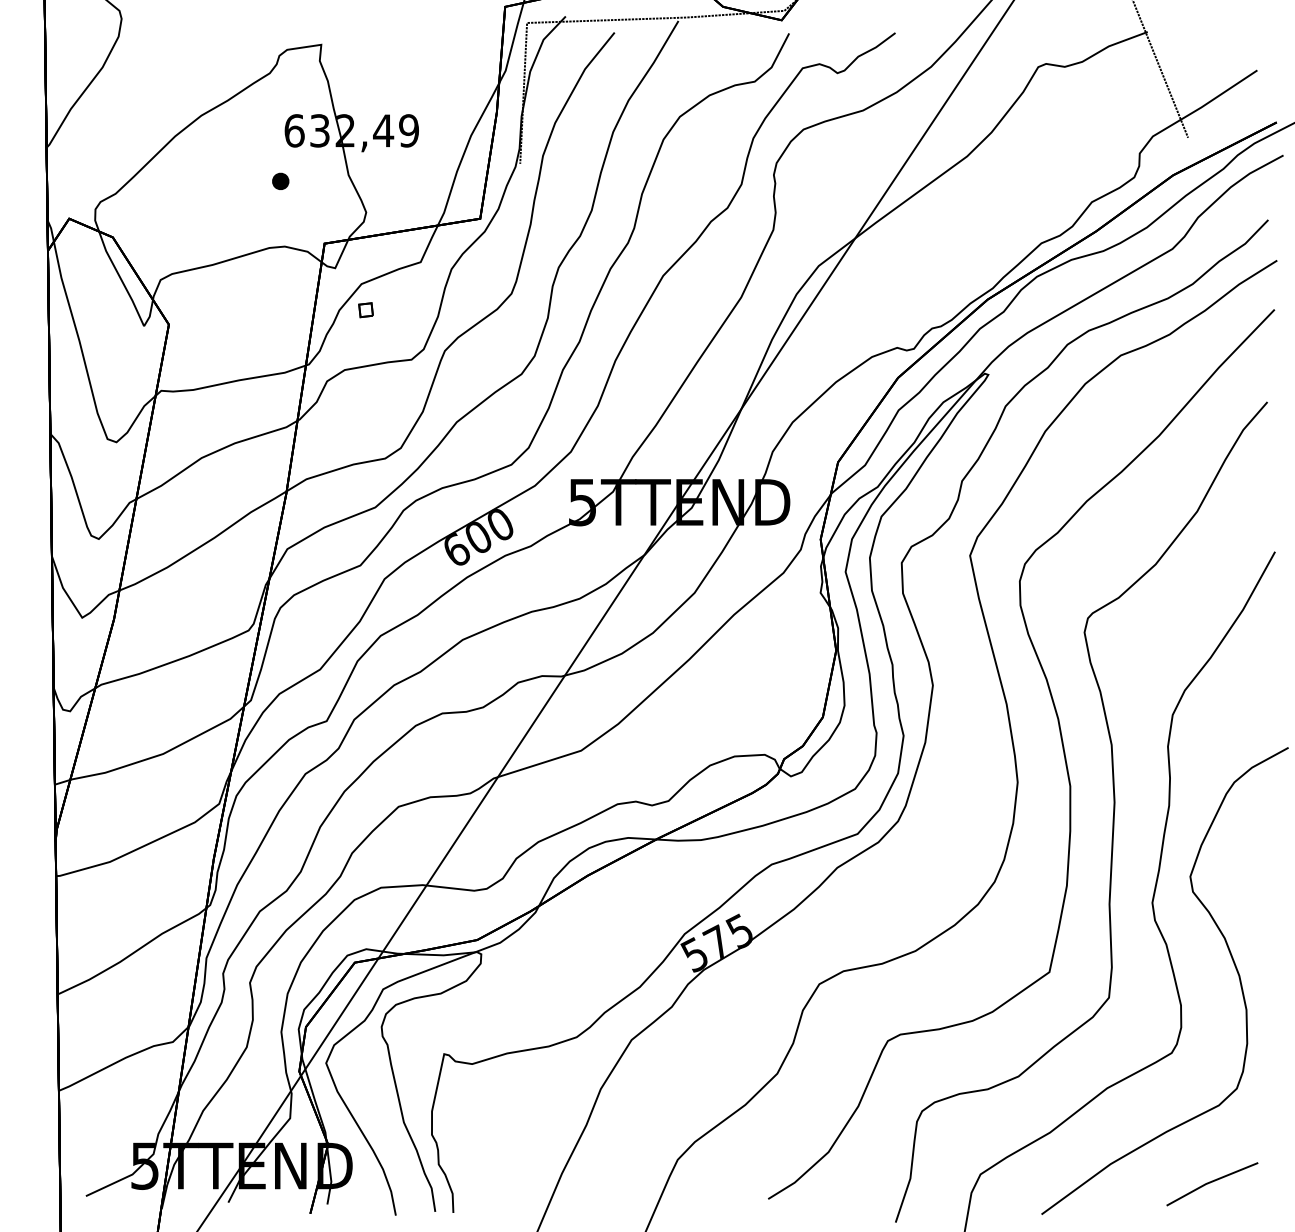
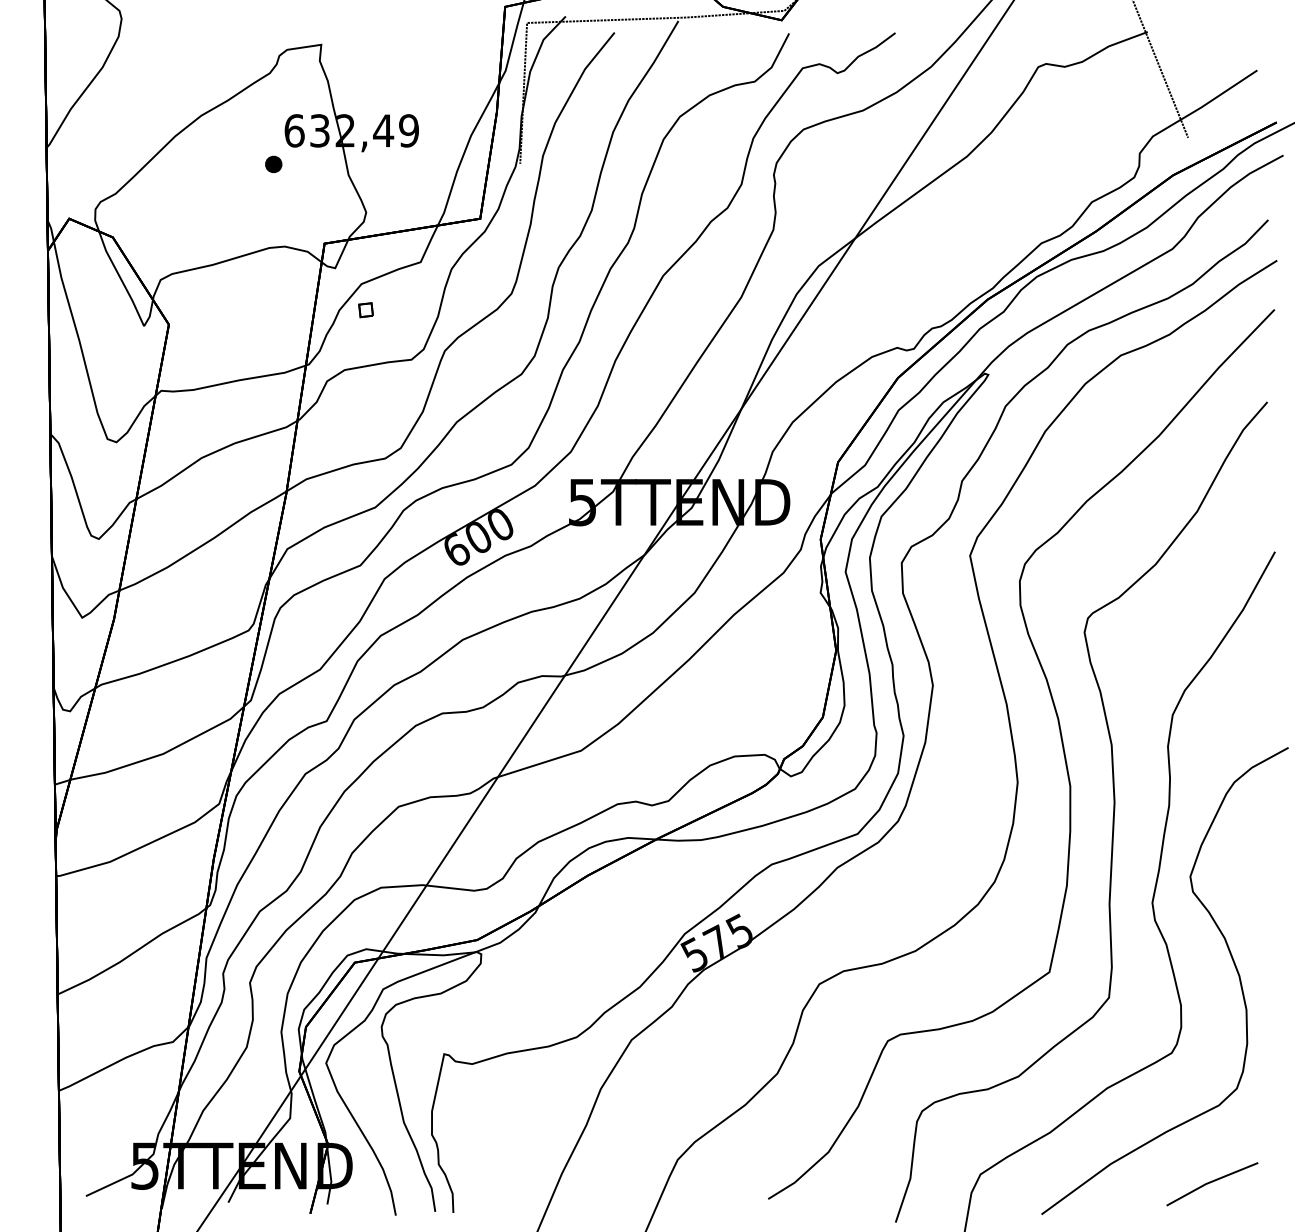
part at (280, 180) position: (280, 180) -> (273, 163)
